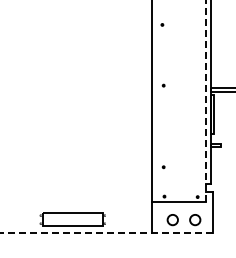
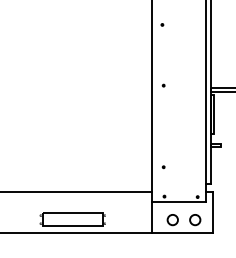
line at (206, 101): dashed -> solid
line at (76, 191): none -> present
line at (106, 233): dashed -> solid
